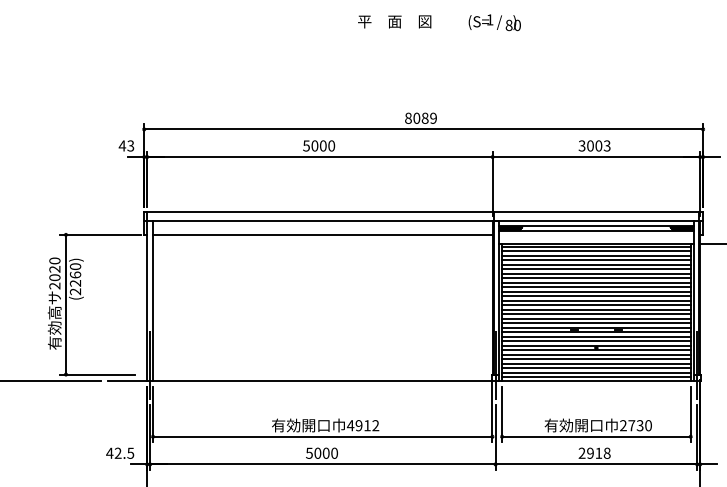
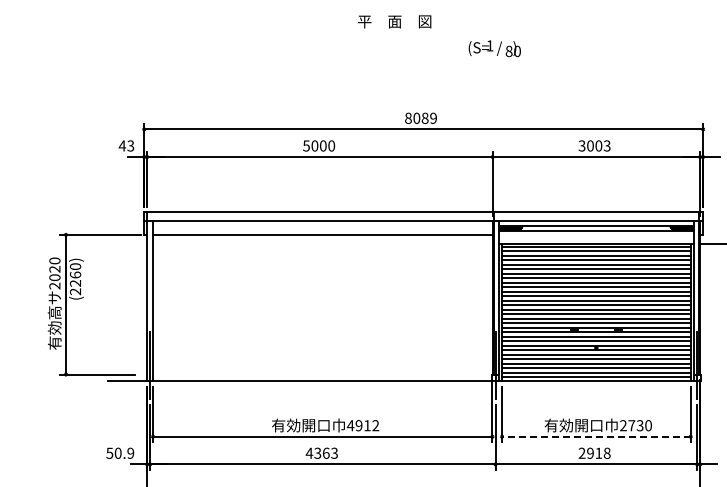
text at (494, 22) position: (494, 22) -> (494, 48)
line at (51, 381): present -> none
line at (595, 436): solid -> dashed
text at (120, 452): 42.5 -> 50.9
text at (321, 452): 5000 -> 4363
